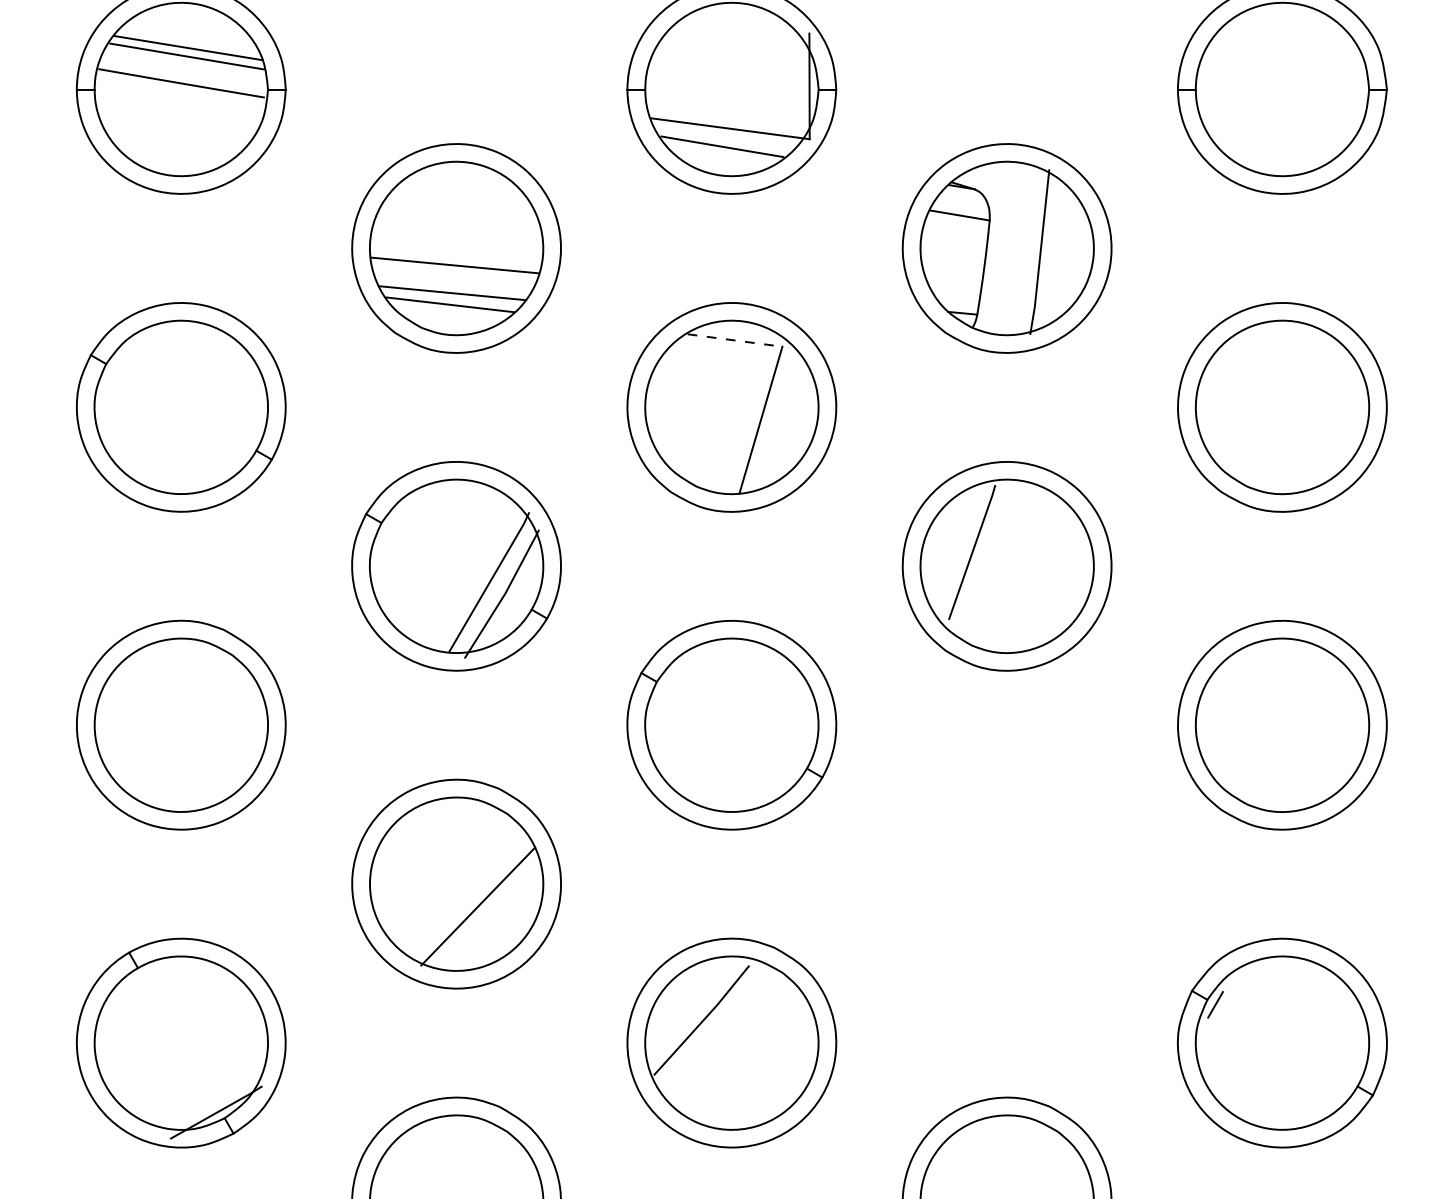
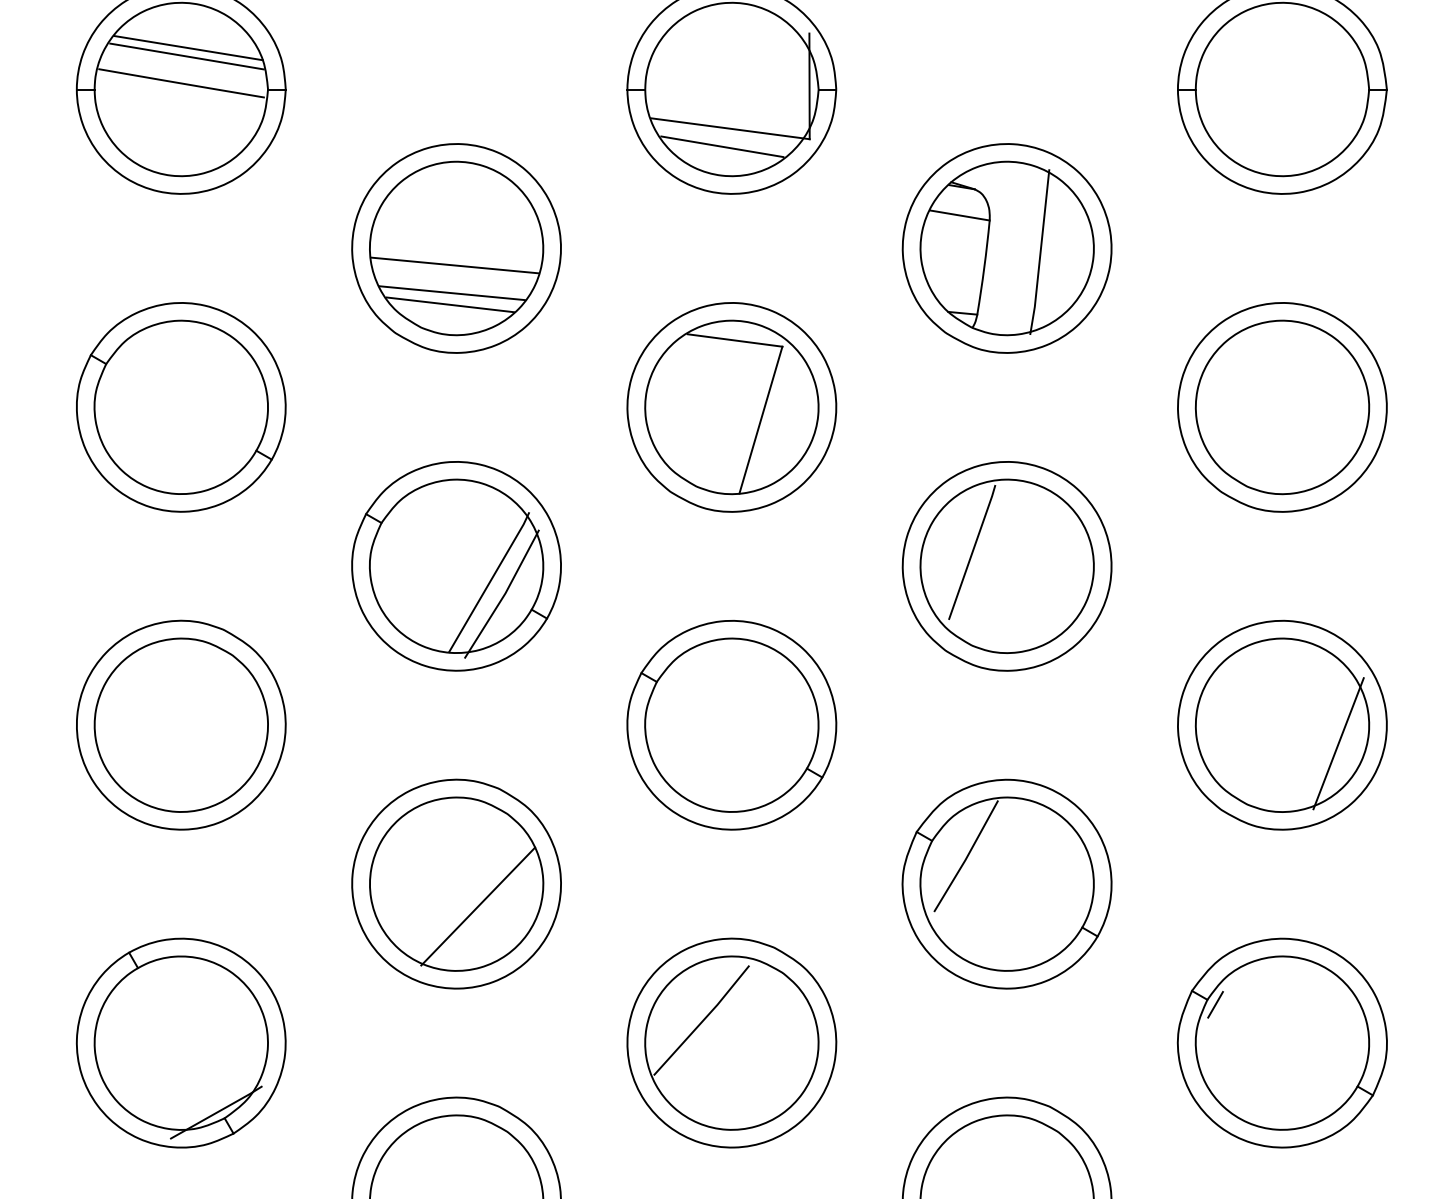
line at (735, 340): dashed -> solid
line at (1338, 743): none -> present
part at (1006, 883): none -> present
